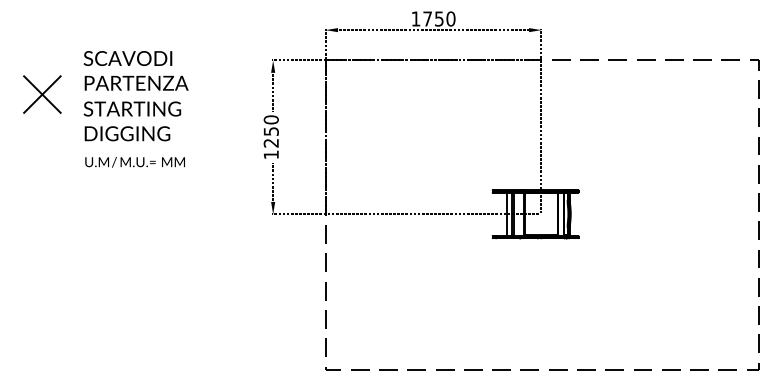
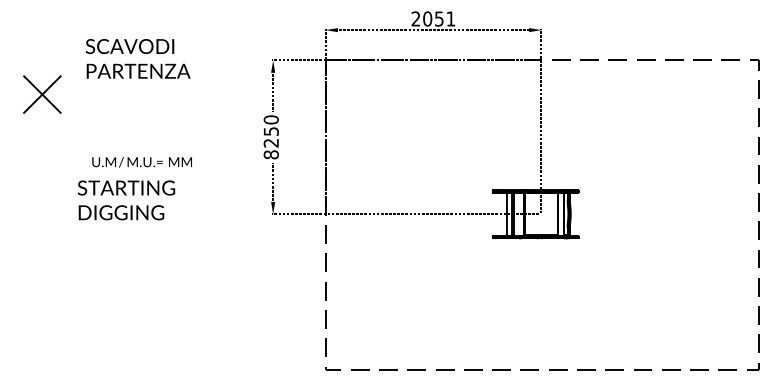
text at (433, 18): 1750 -> 2051
text at (135, 70) position: (135, 70) -> (137, 58)
text at (132, 121) position: (132, 121) -> (126, 200)
text at (270, 154): 1250 -> 8250
text at (134, 162) position: (134, 162) -> (141, 162)
